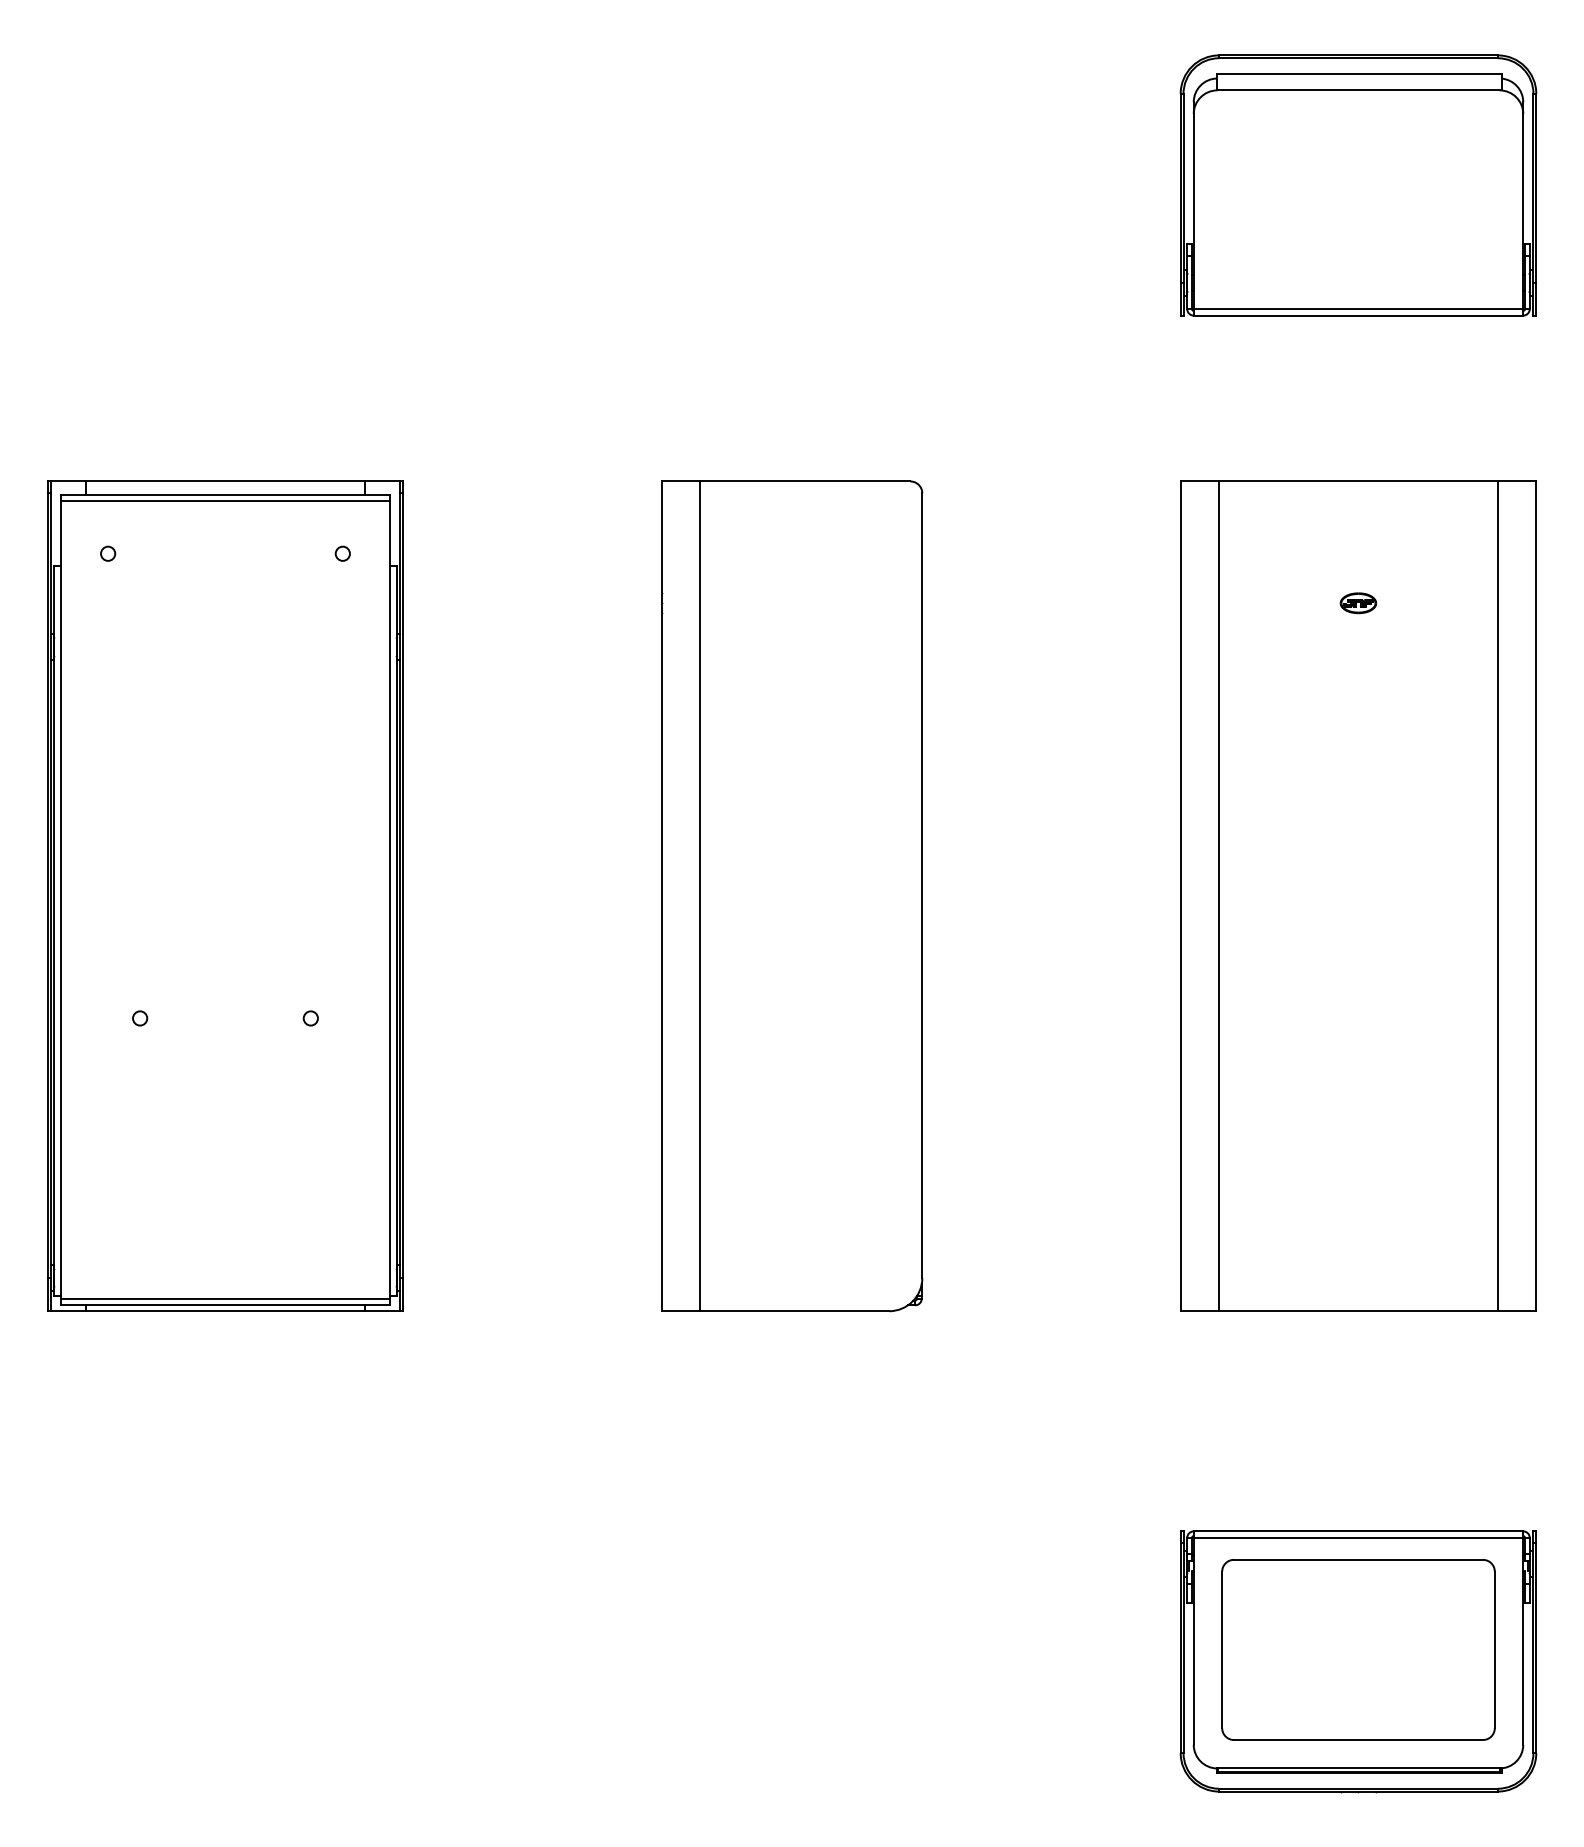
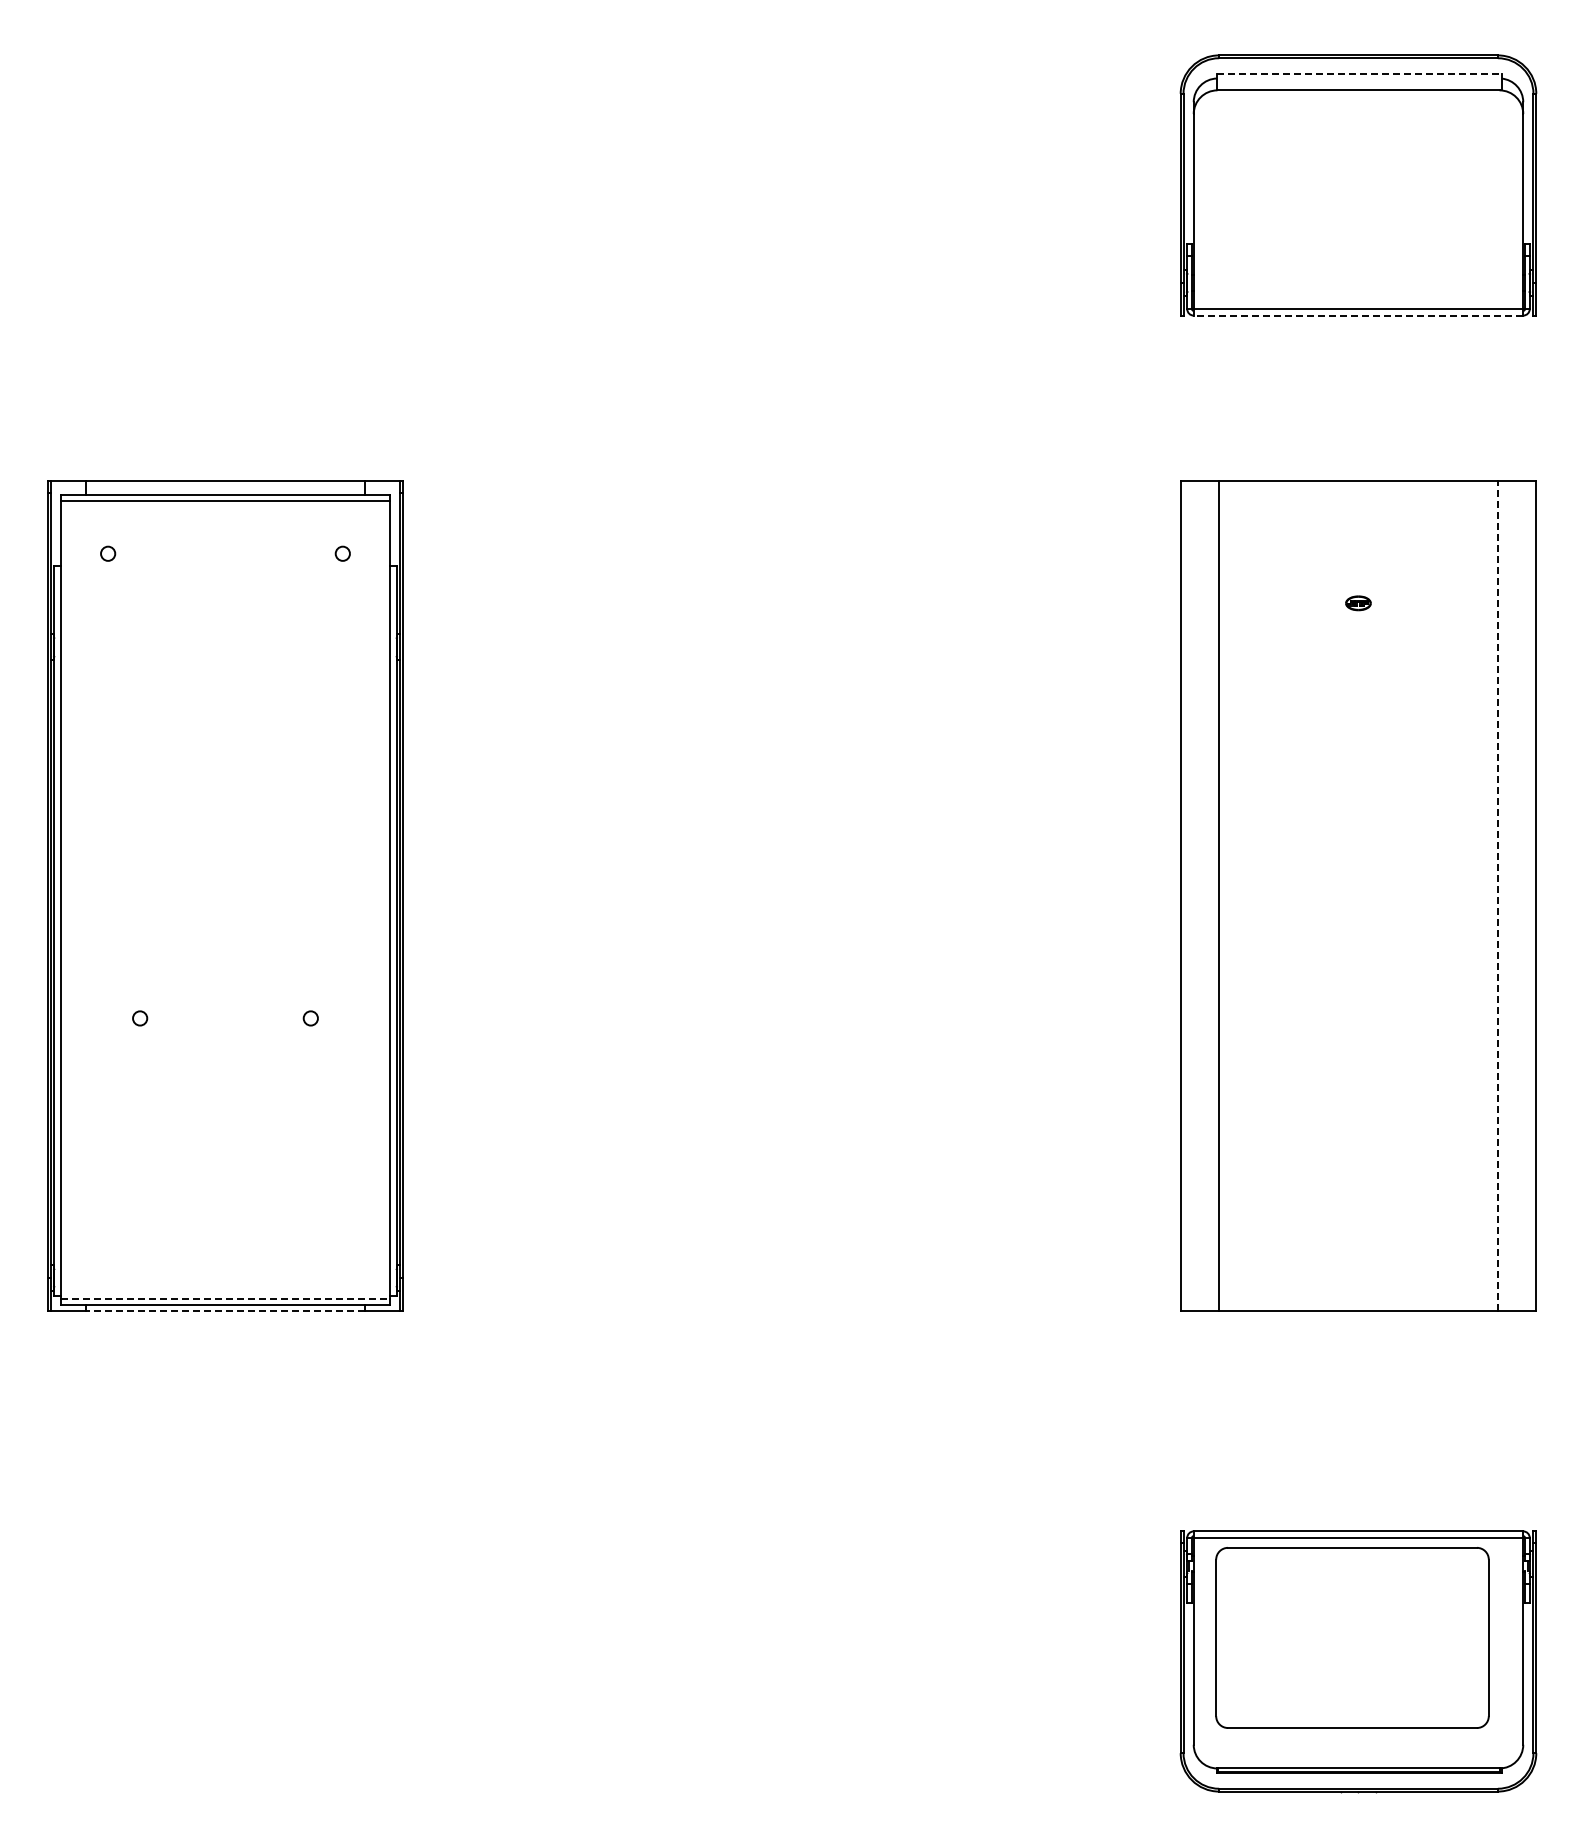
line at (1359, 73): solid -> dashed
line at (1358, 315): solid -> dashed
part at (1358, 603) size: 39x23 px -> 27x17 px
part at (792, 896): present -> none
line at (1497, 896): solid -> dashed
line at (225, 1298): solid -> dashed
line at (225, 1311): solid -> dashed
part at (1358, 1649) position: (1358, 1649) -> (1352, 1637)
